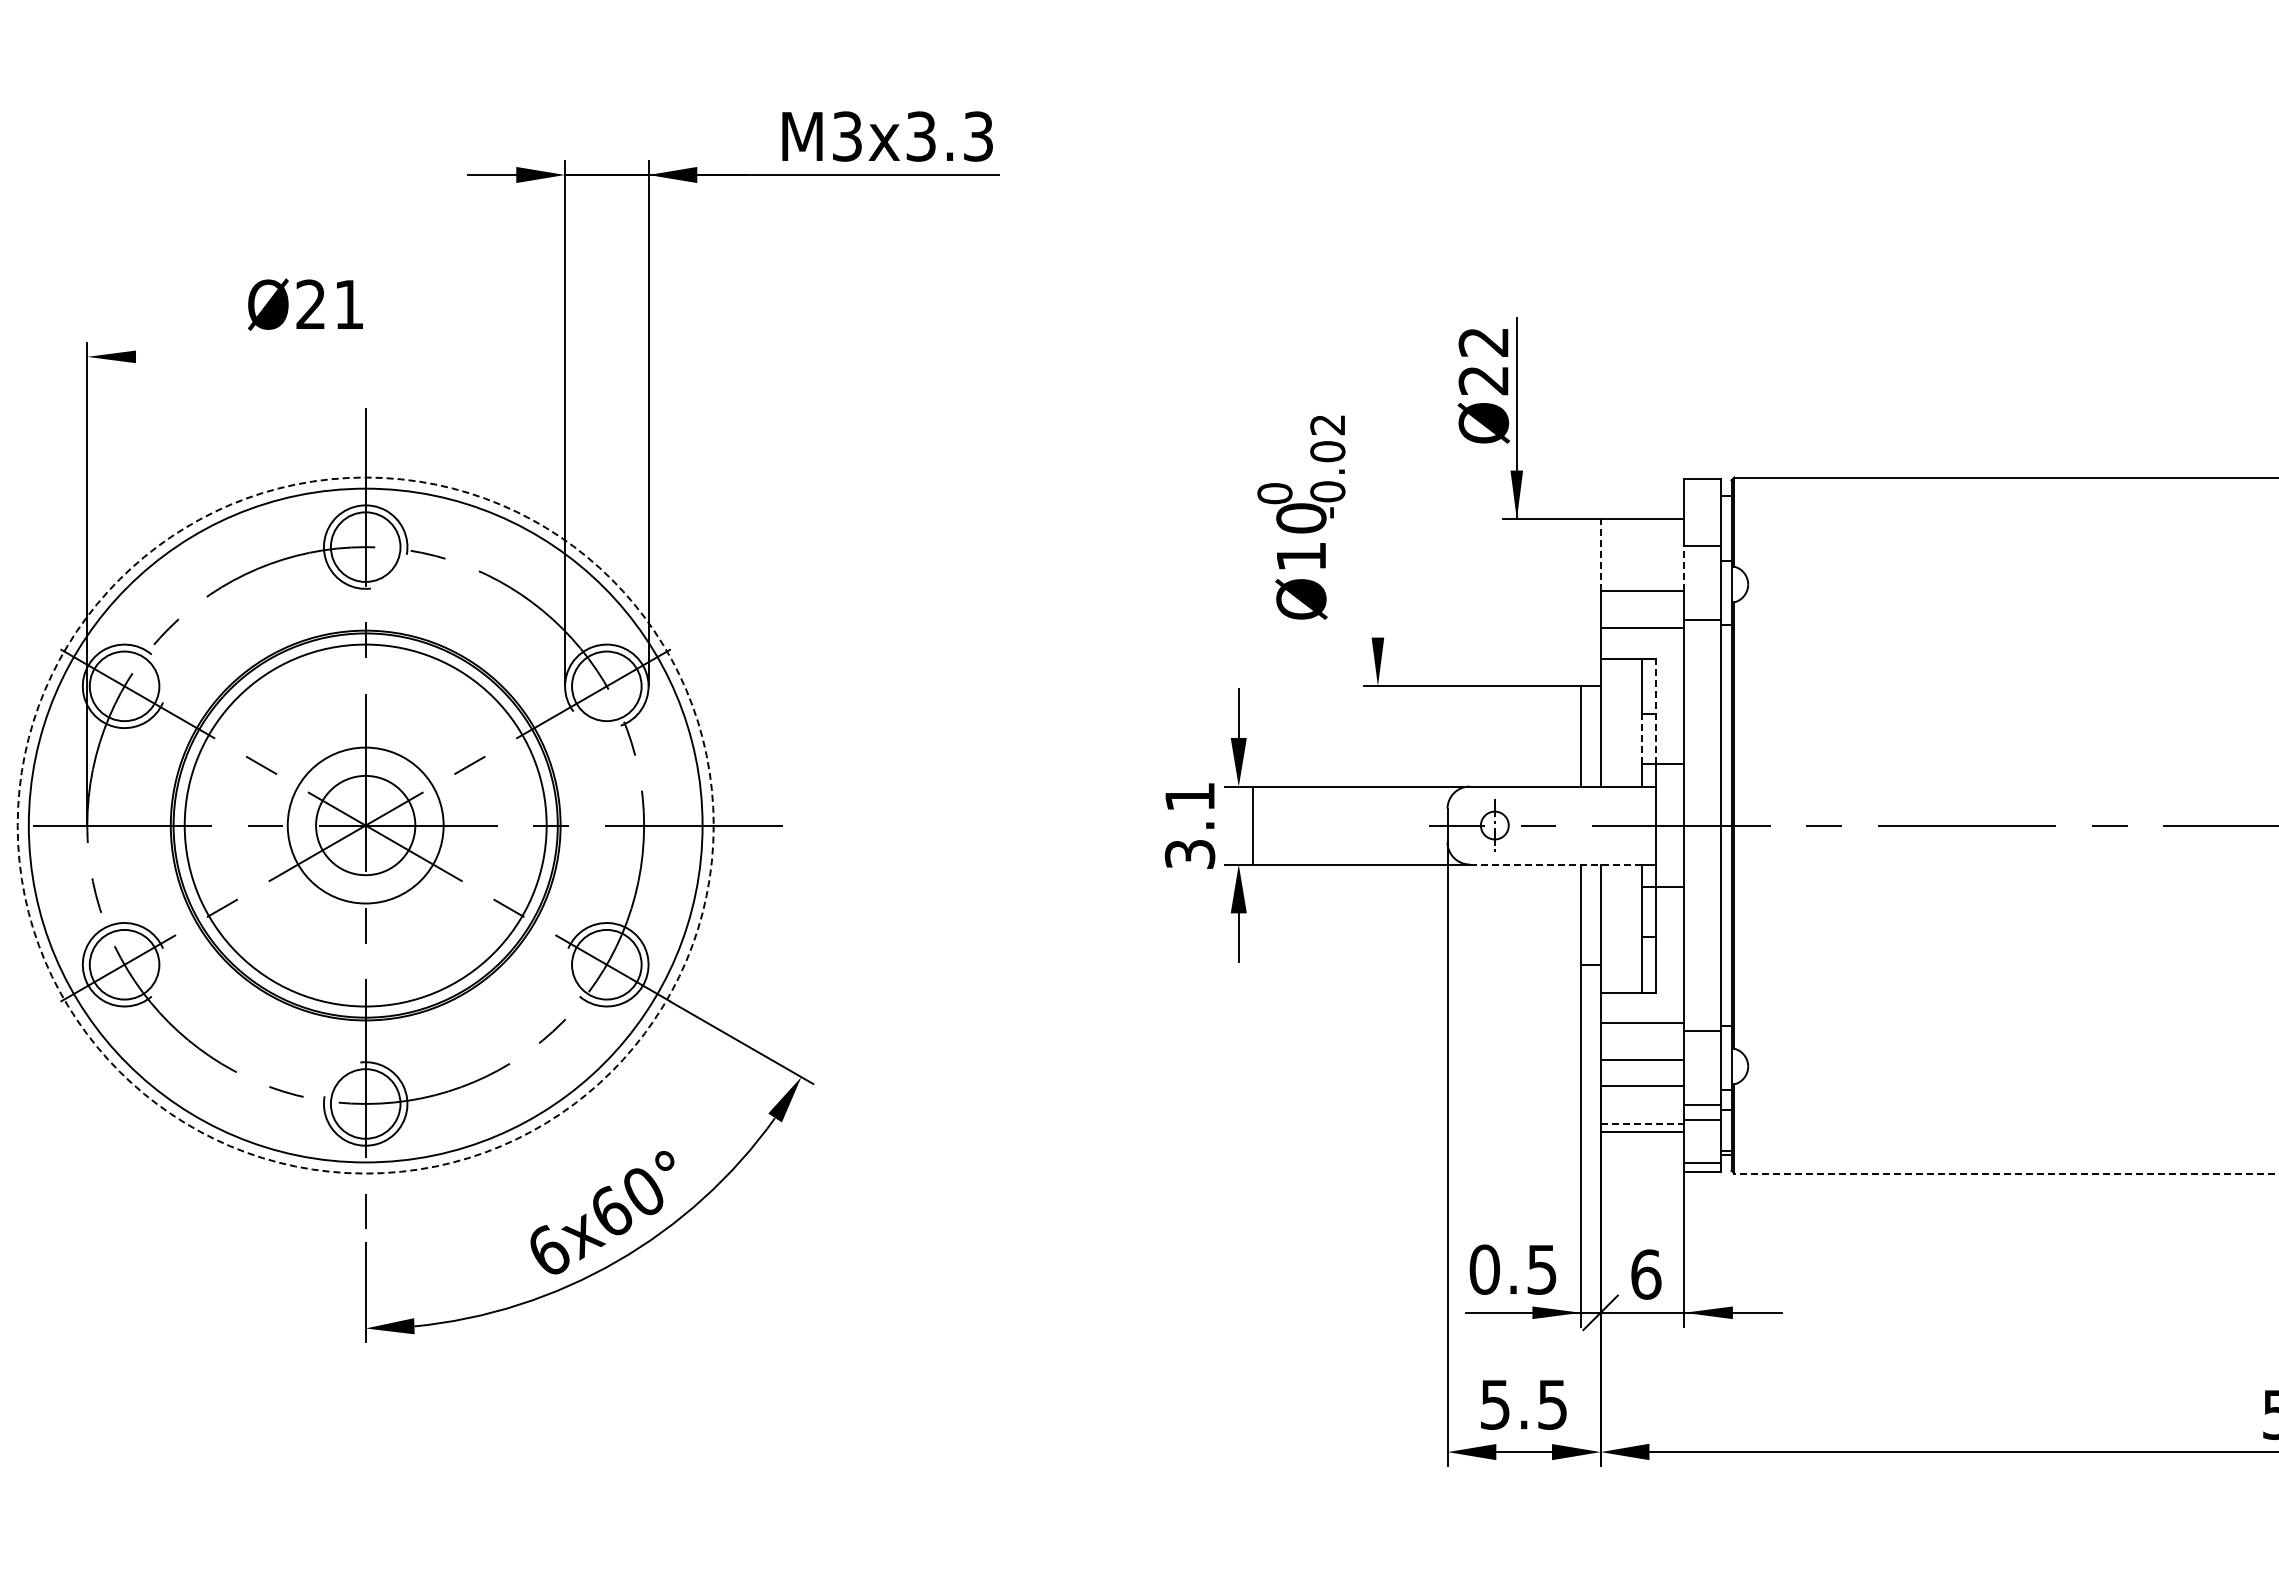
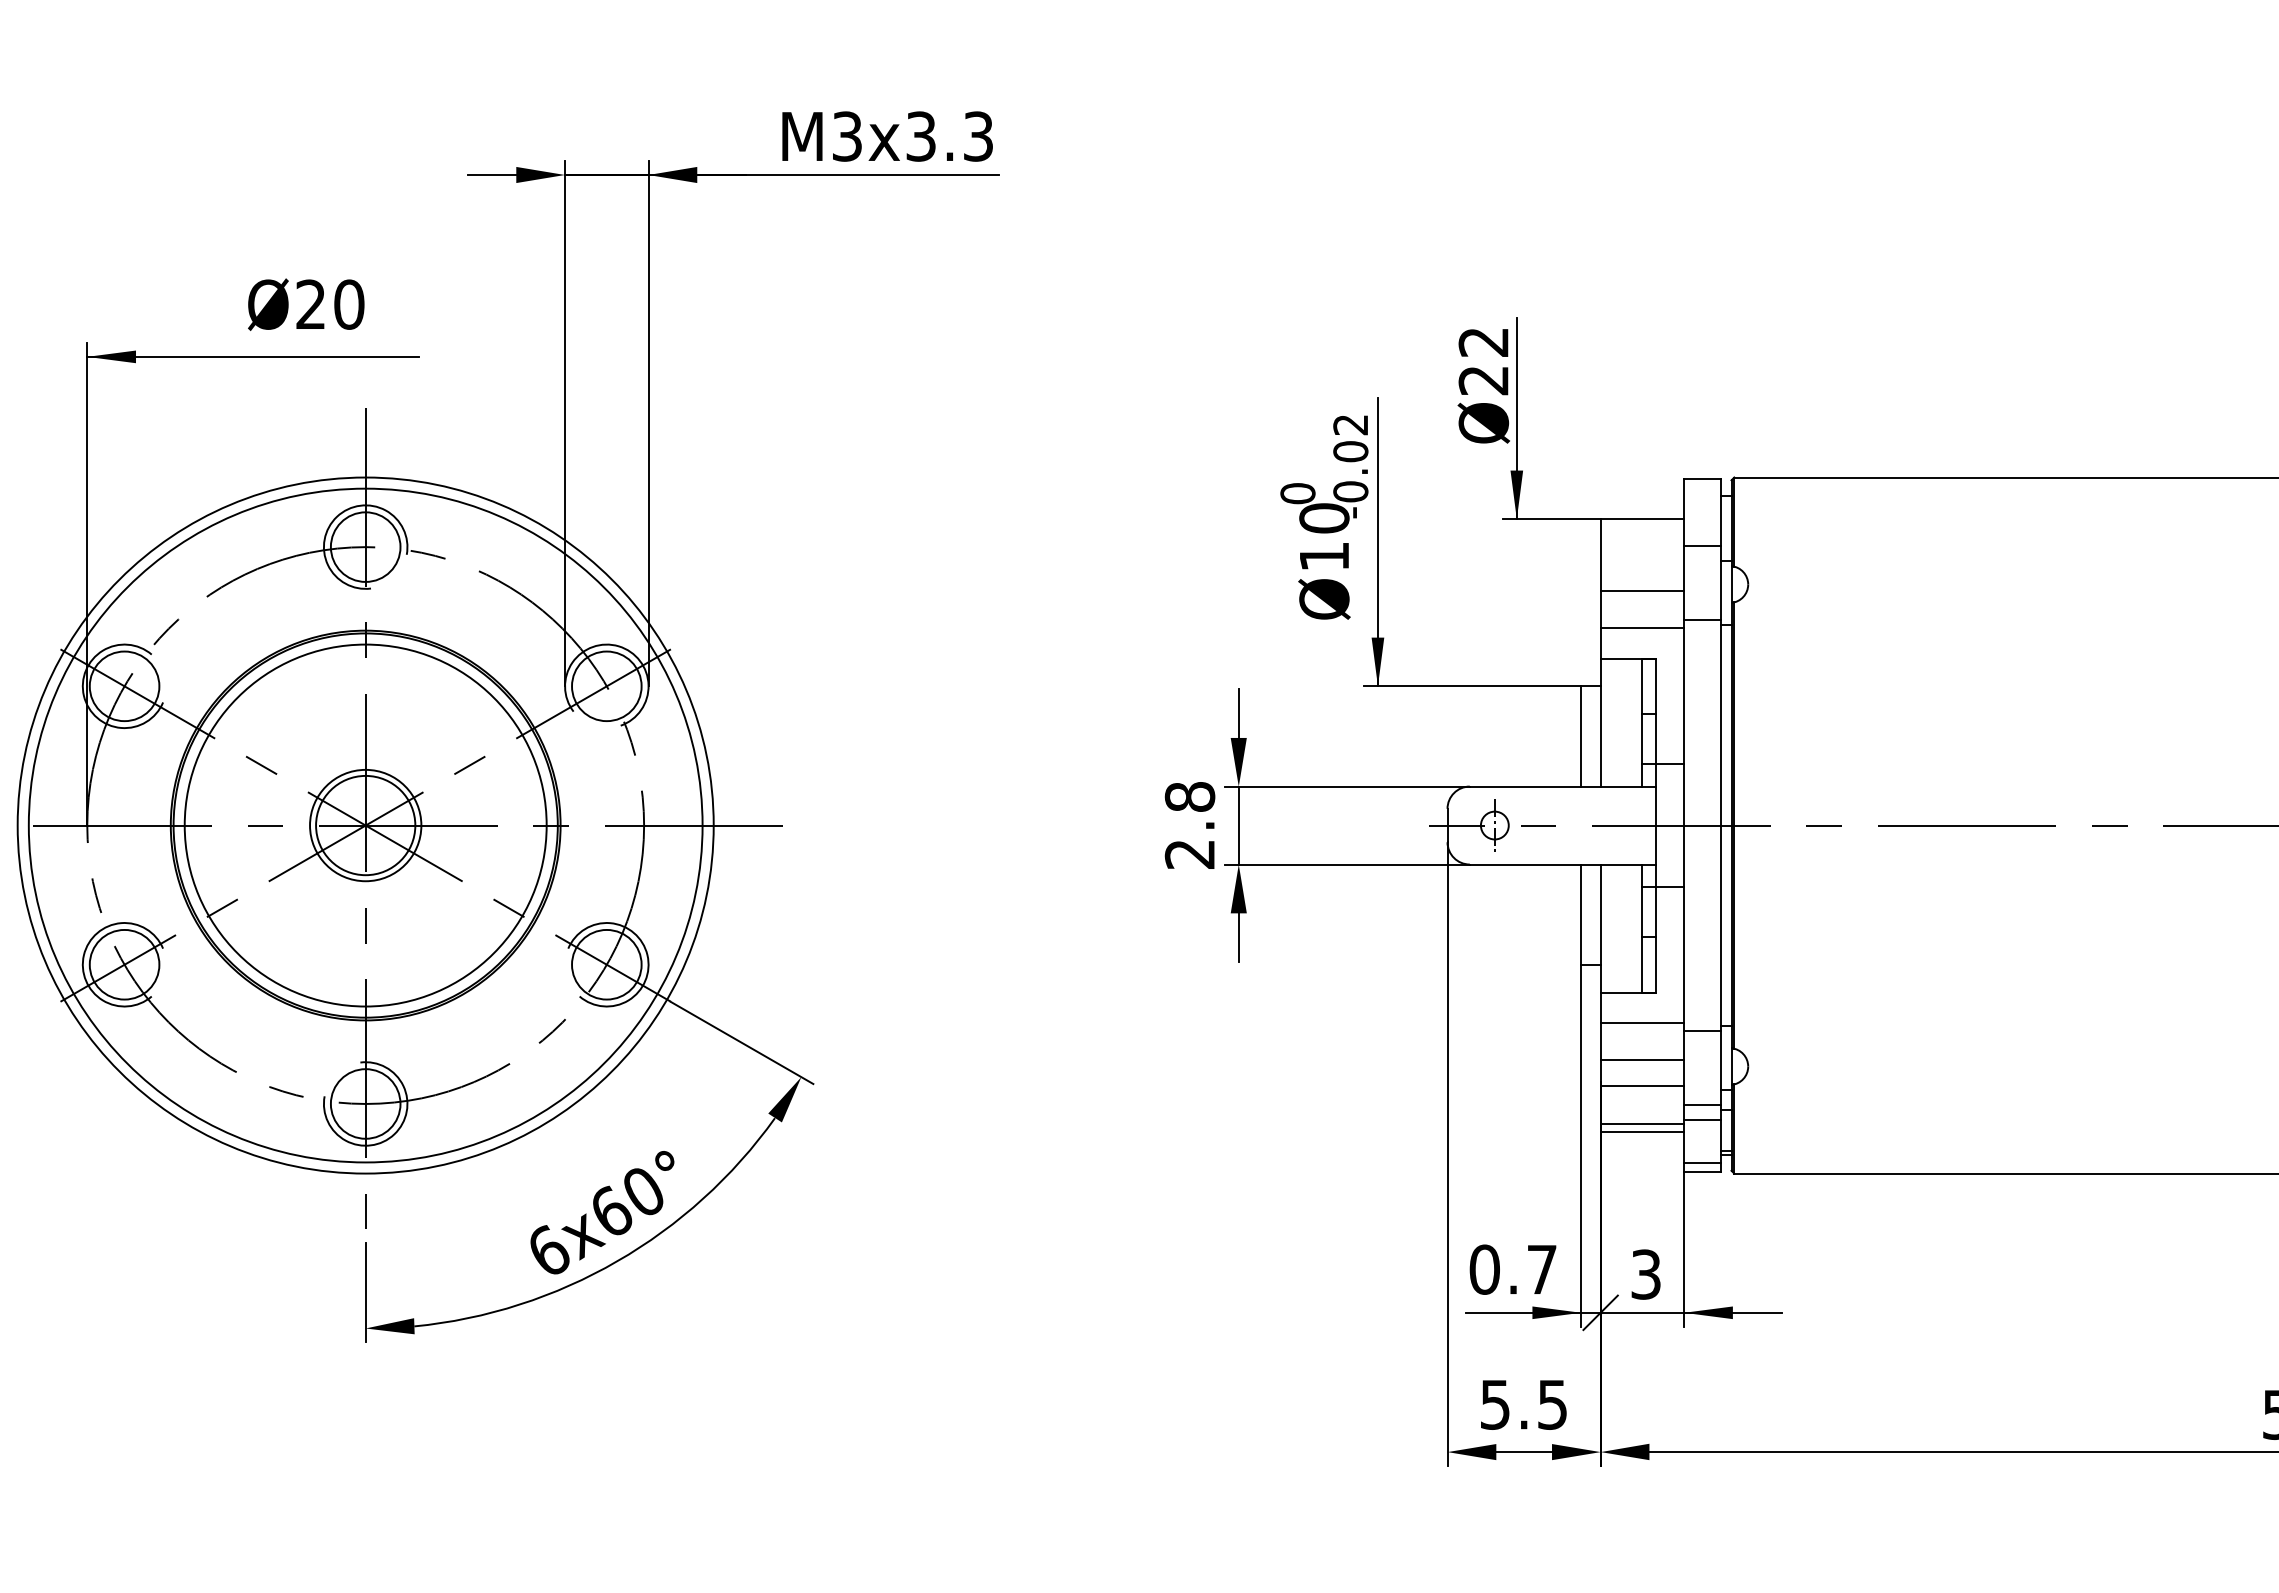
text at (349, 304): Ø21 -> Ø20
line at (252, 356): none -> present
text at (1301, 517) position: (1301, 517) -> (1324, 517)
line at (1377, 542): none -> present
line at (1600, 555): dashed -> solid
line at (1684, 568): dashed -> solid
line at (1656, 711): dashed -> solid
line at (1642, 738): dashed -> solid
circle at (365, 825) diameter: 156 px -> 111 px
circle at (365, 825): dashed -> solid
text at (1189, 825): 3.1 -> 2.8
line at (1252, 825) position: (1252, 825) -> (1238, 825)
line at (1555, 864): dashed -> solid
line at (1642, 1123): dashed -> solid
line at (2006, 1173): dashed -> solid
text at (1541, 1269): 0.5 -> 0.7
text at (1646, 1274): 6 -> 3
